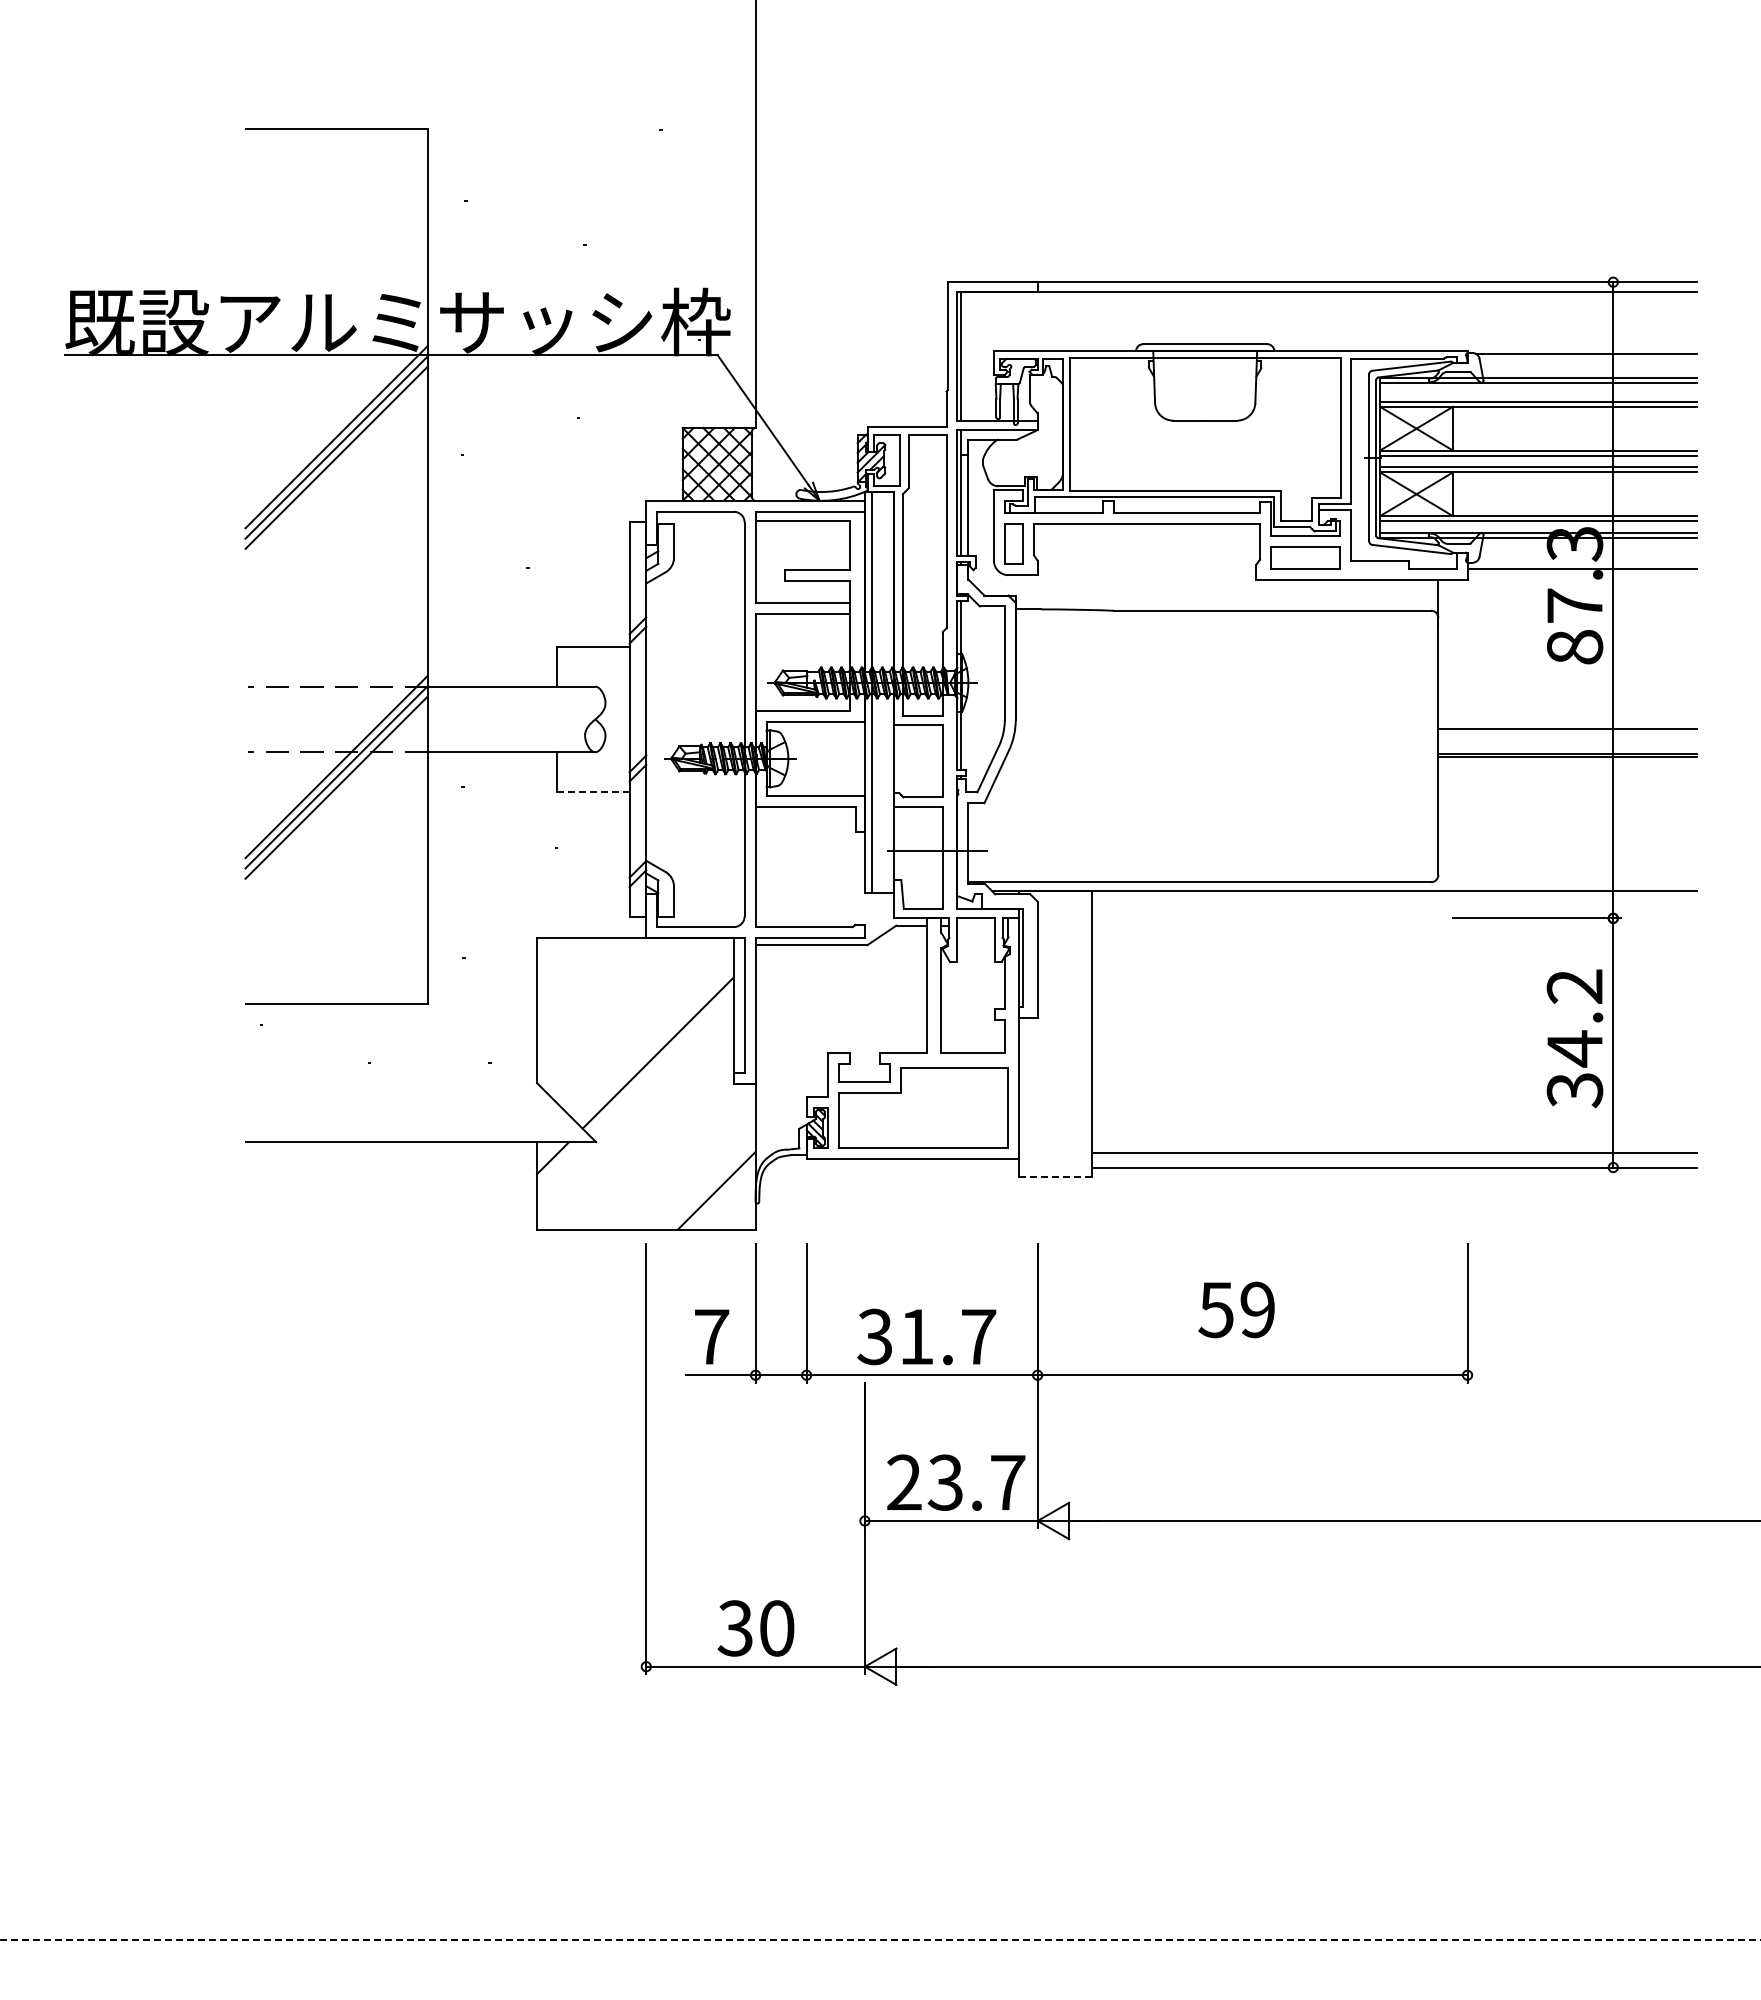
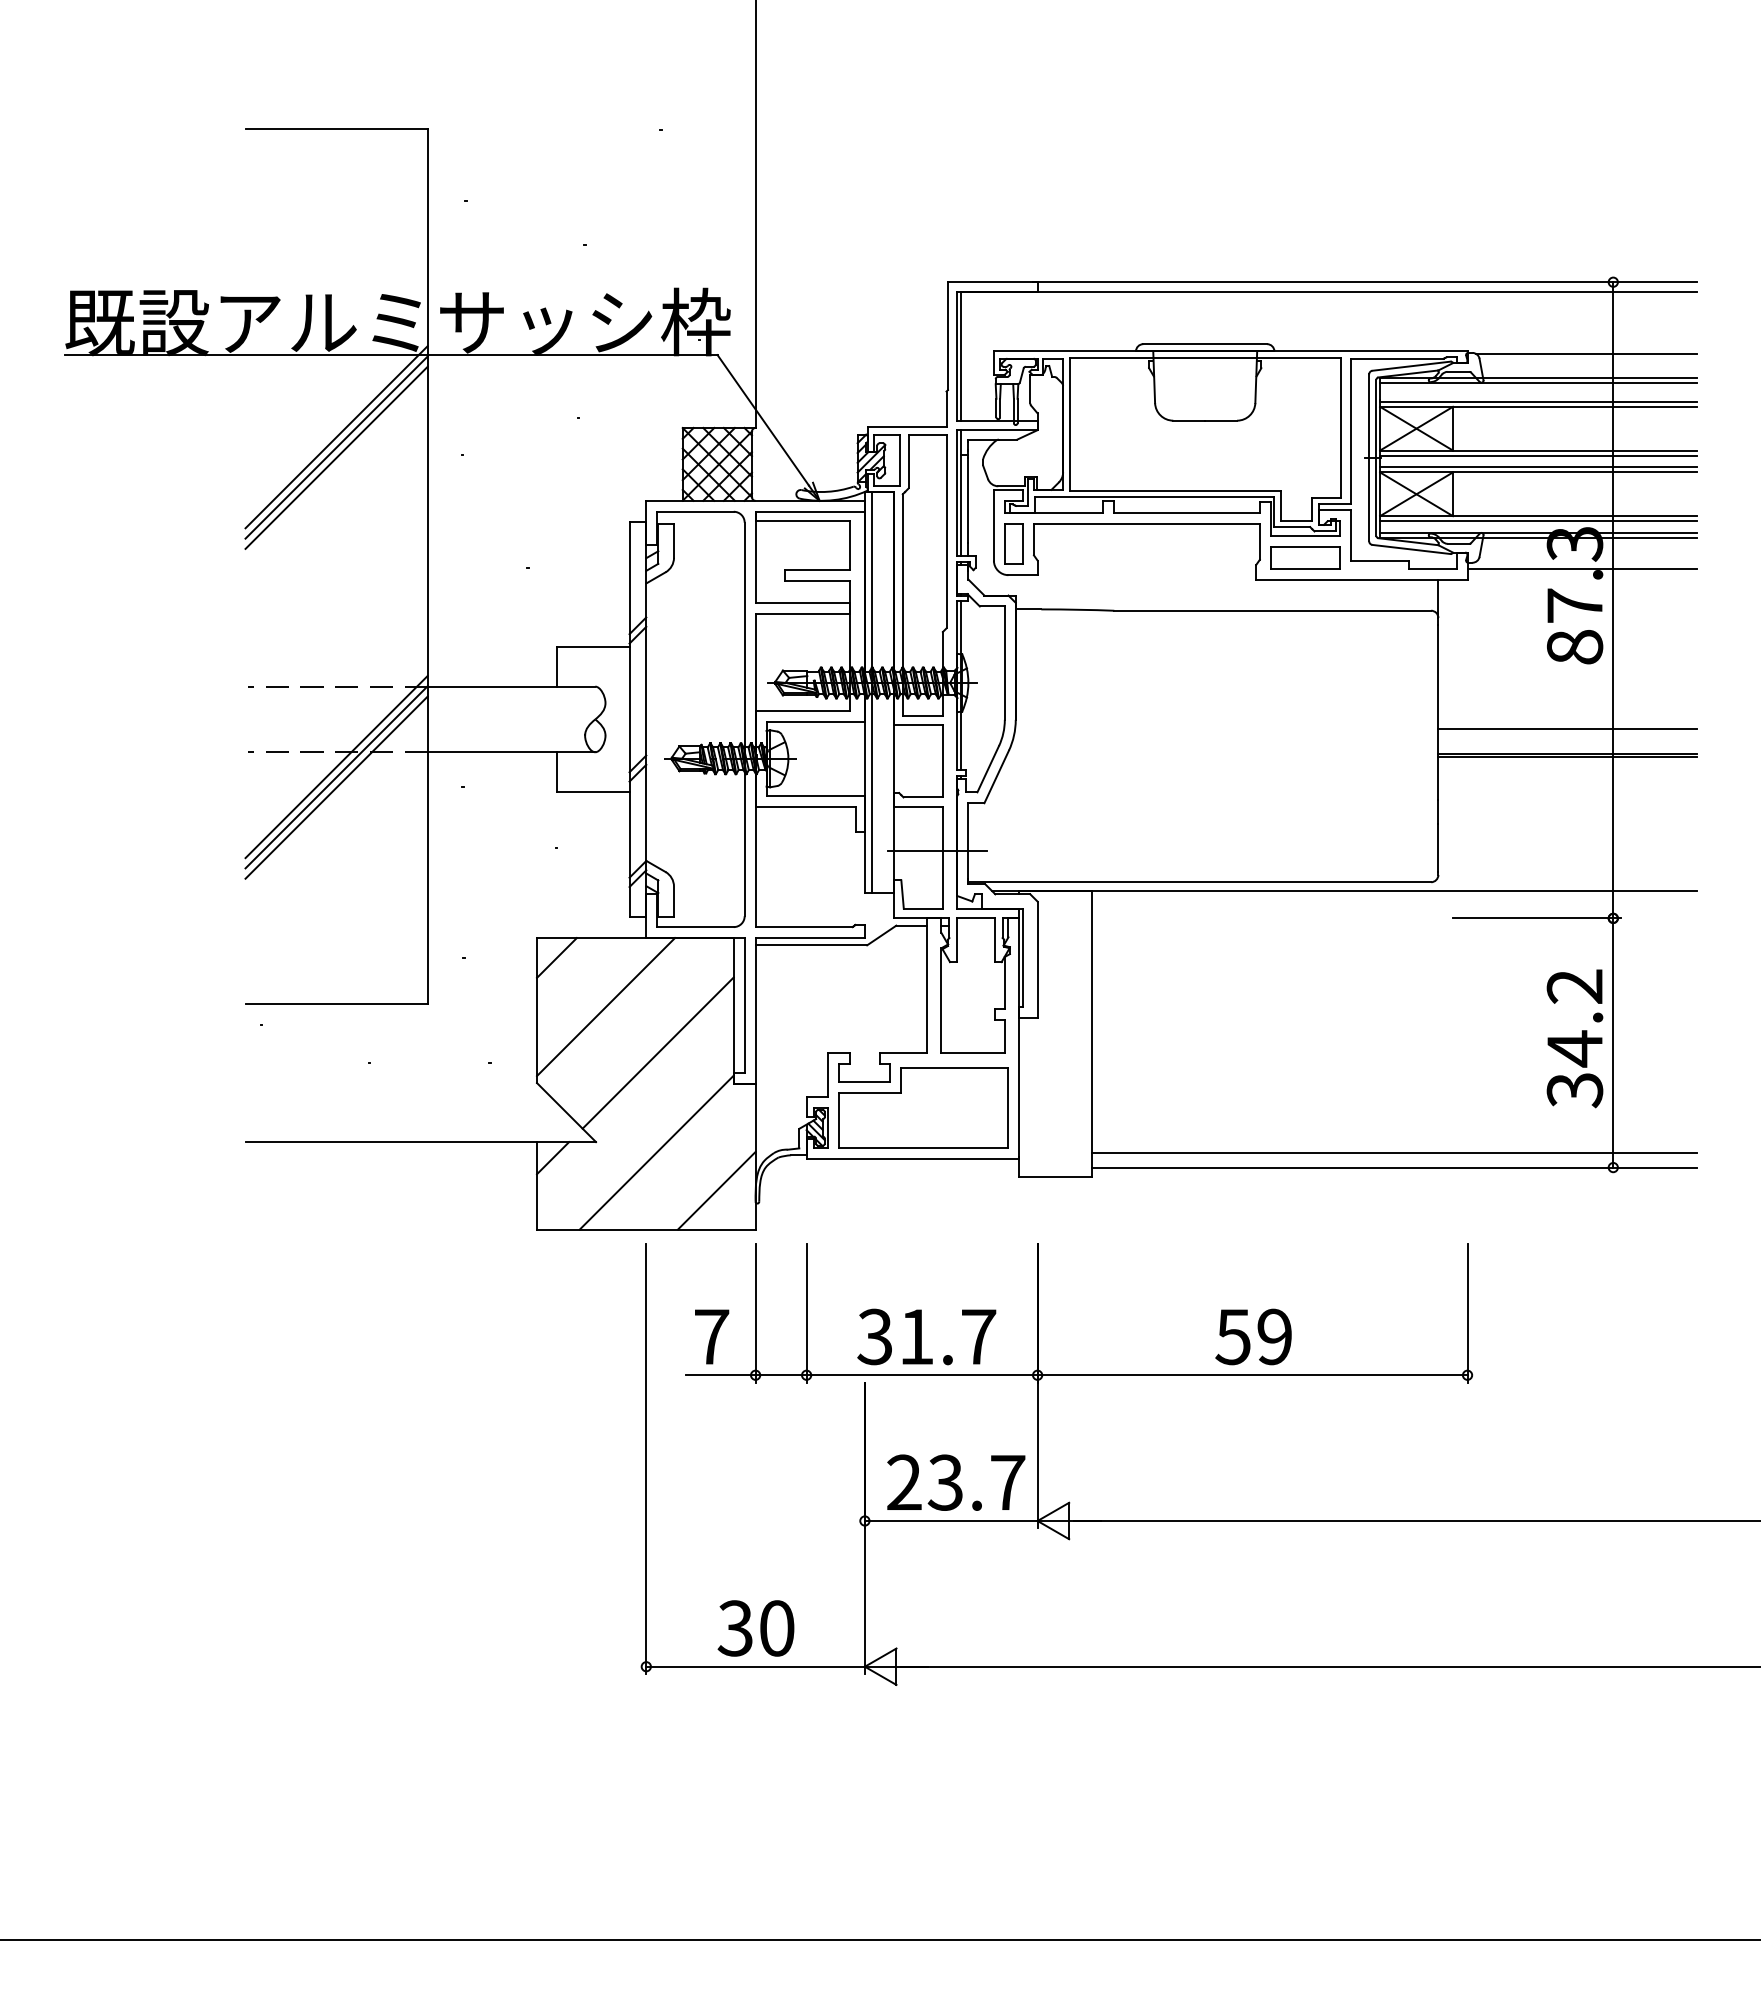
line at (593, 792): dashed -> solid
line at (556, 957): none -> present
line at (606, 1007): none -> present
line at (656, 1152): none -> present
line at (1056, 1176): dashed -> solid
text at (1236, 1309) position: (1236, 1309) -> (1253, 1336)
line at (880, 1940): dashed -> solid
